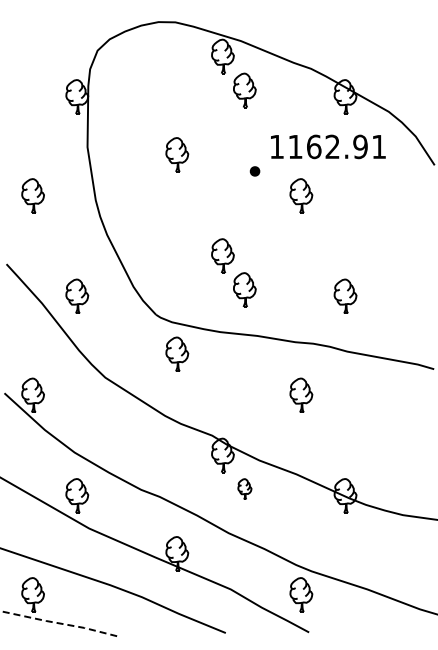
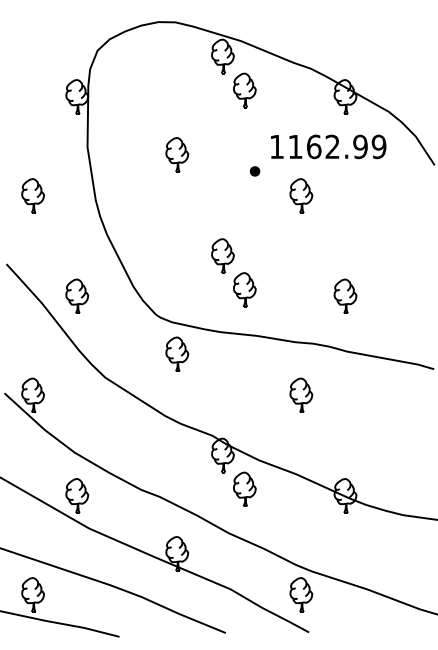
text at (378, 146): 1162.91 -> 1162.99
part at (244, 488) size: 16x22 px -> 24x36 px
line at (60, 623): dashed -> solid
